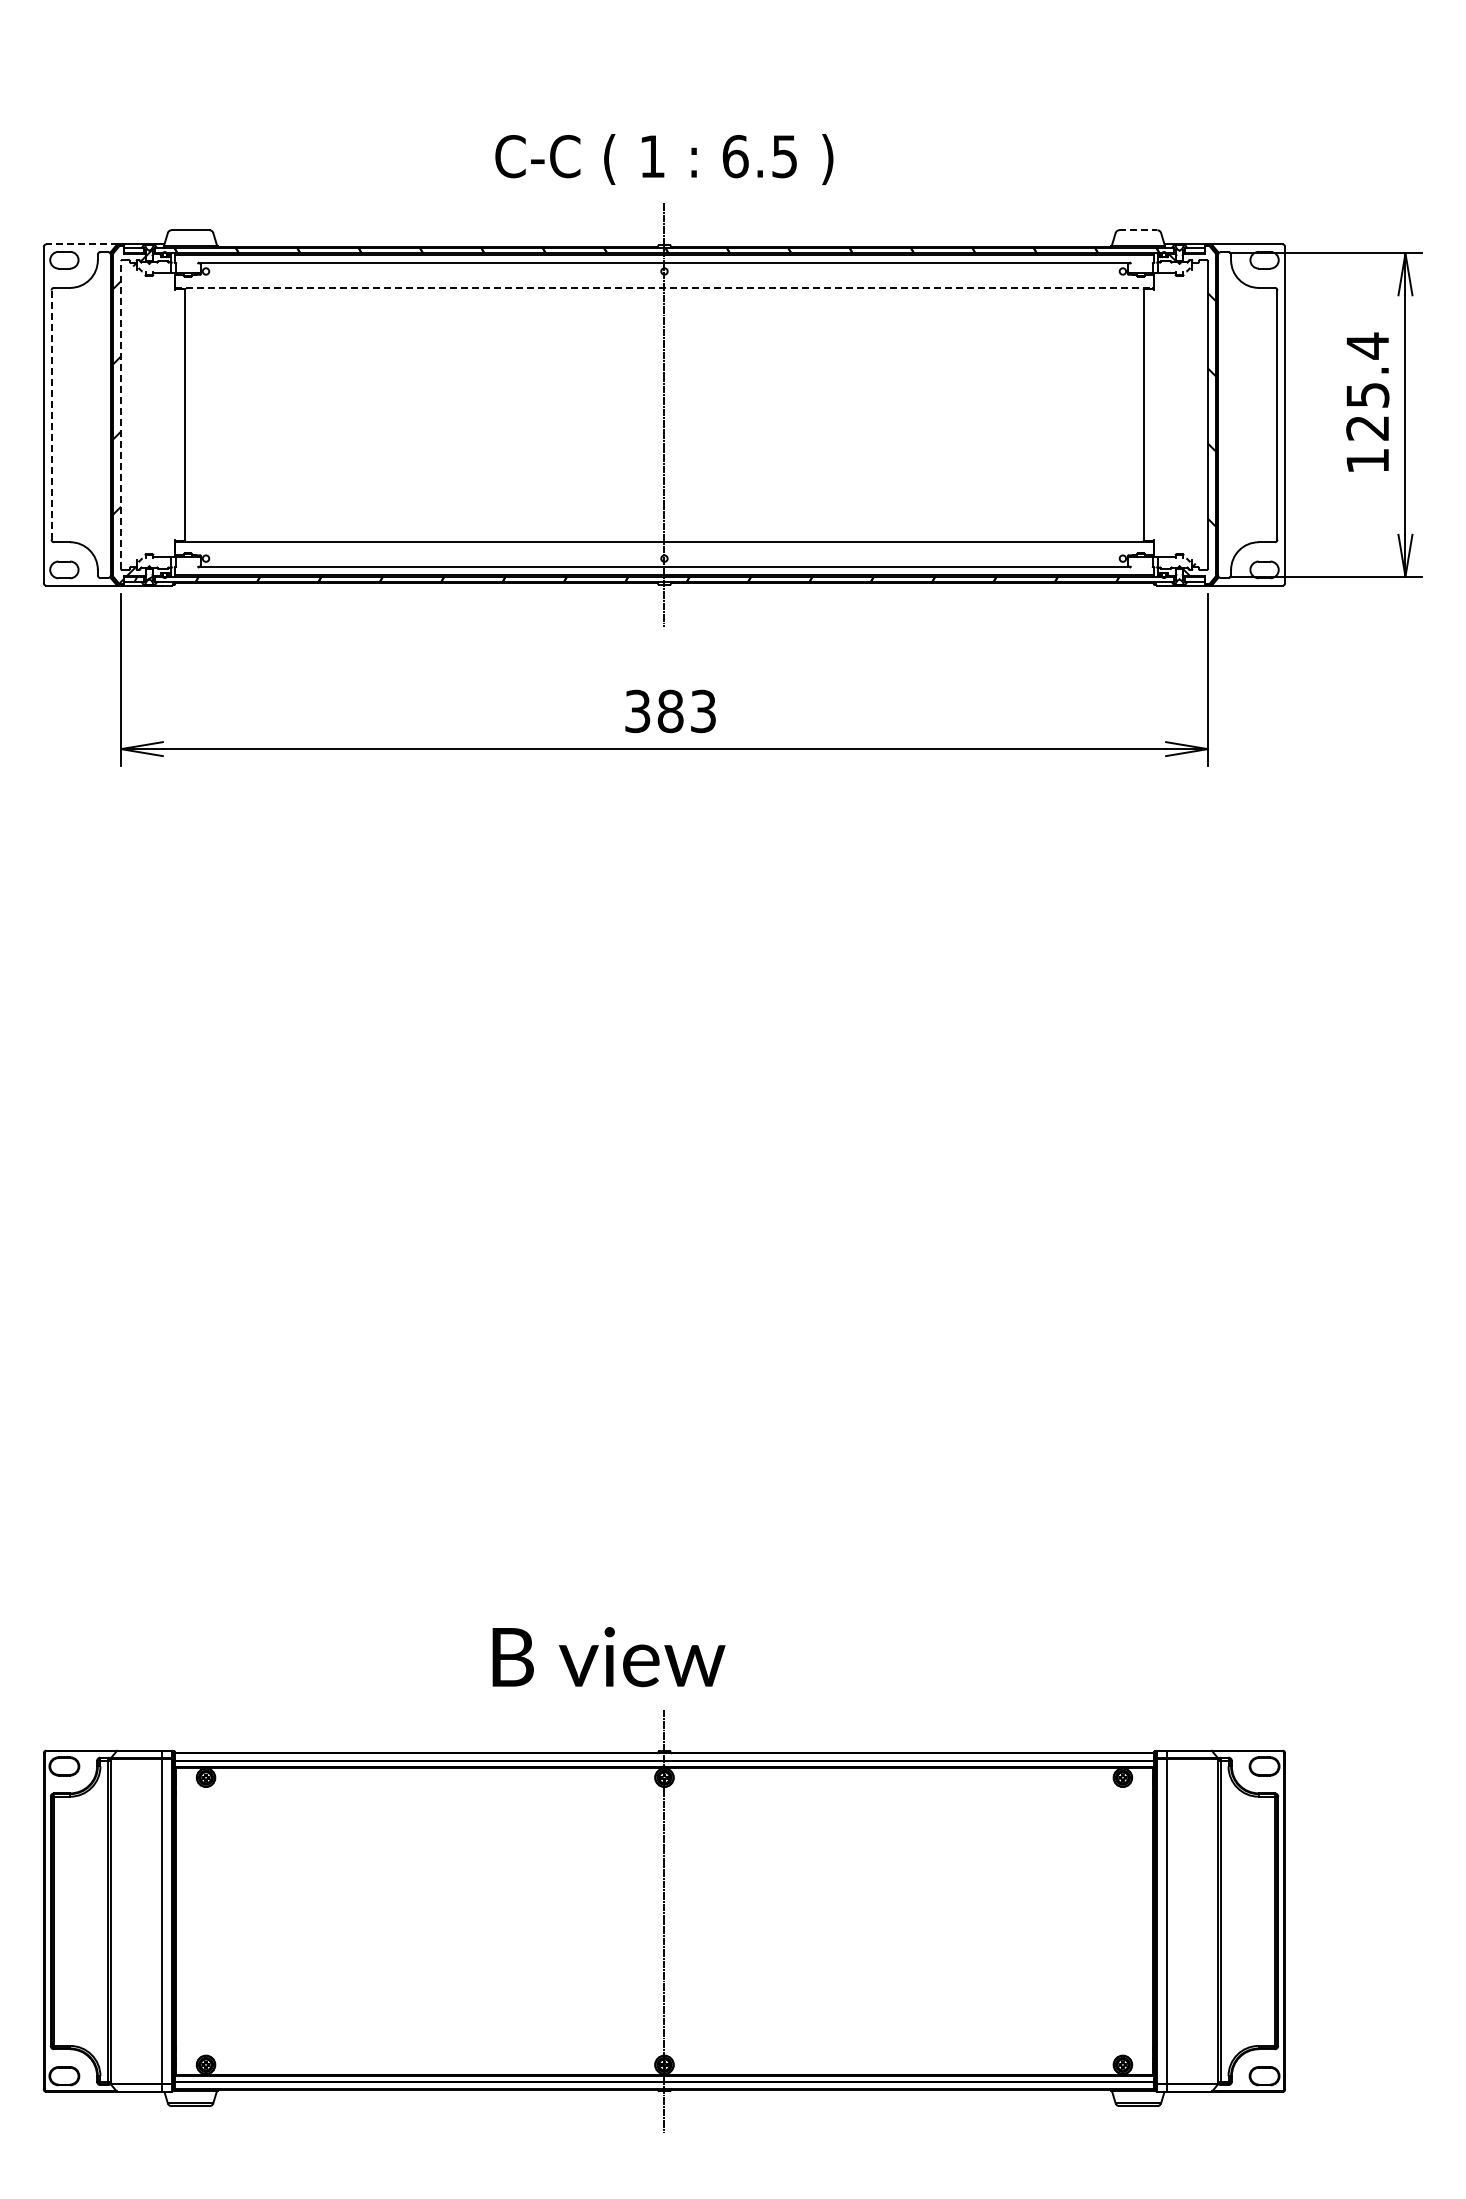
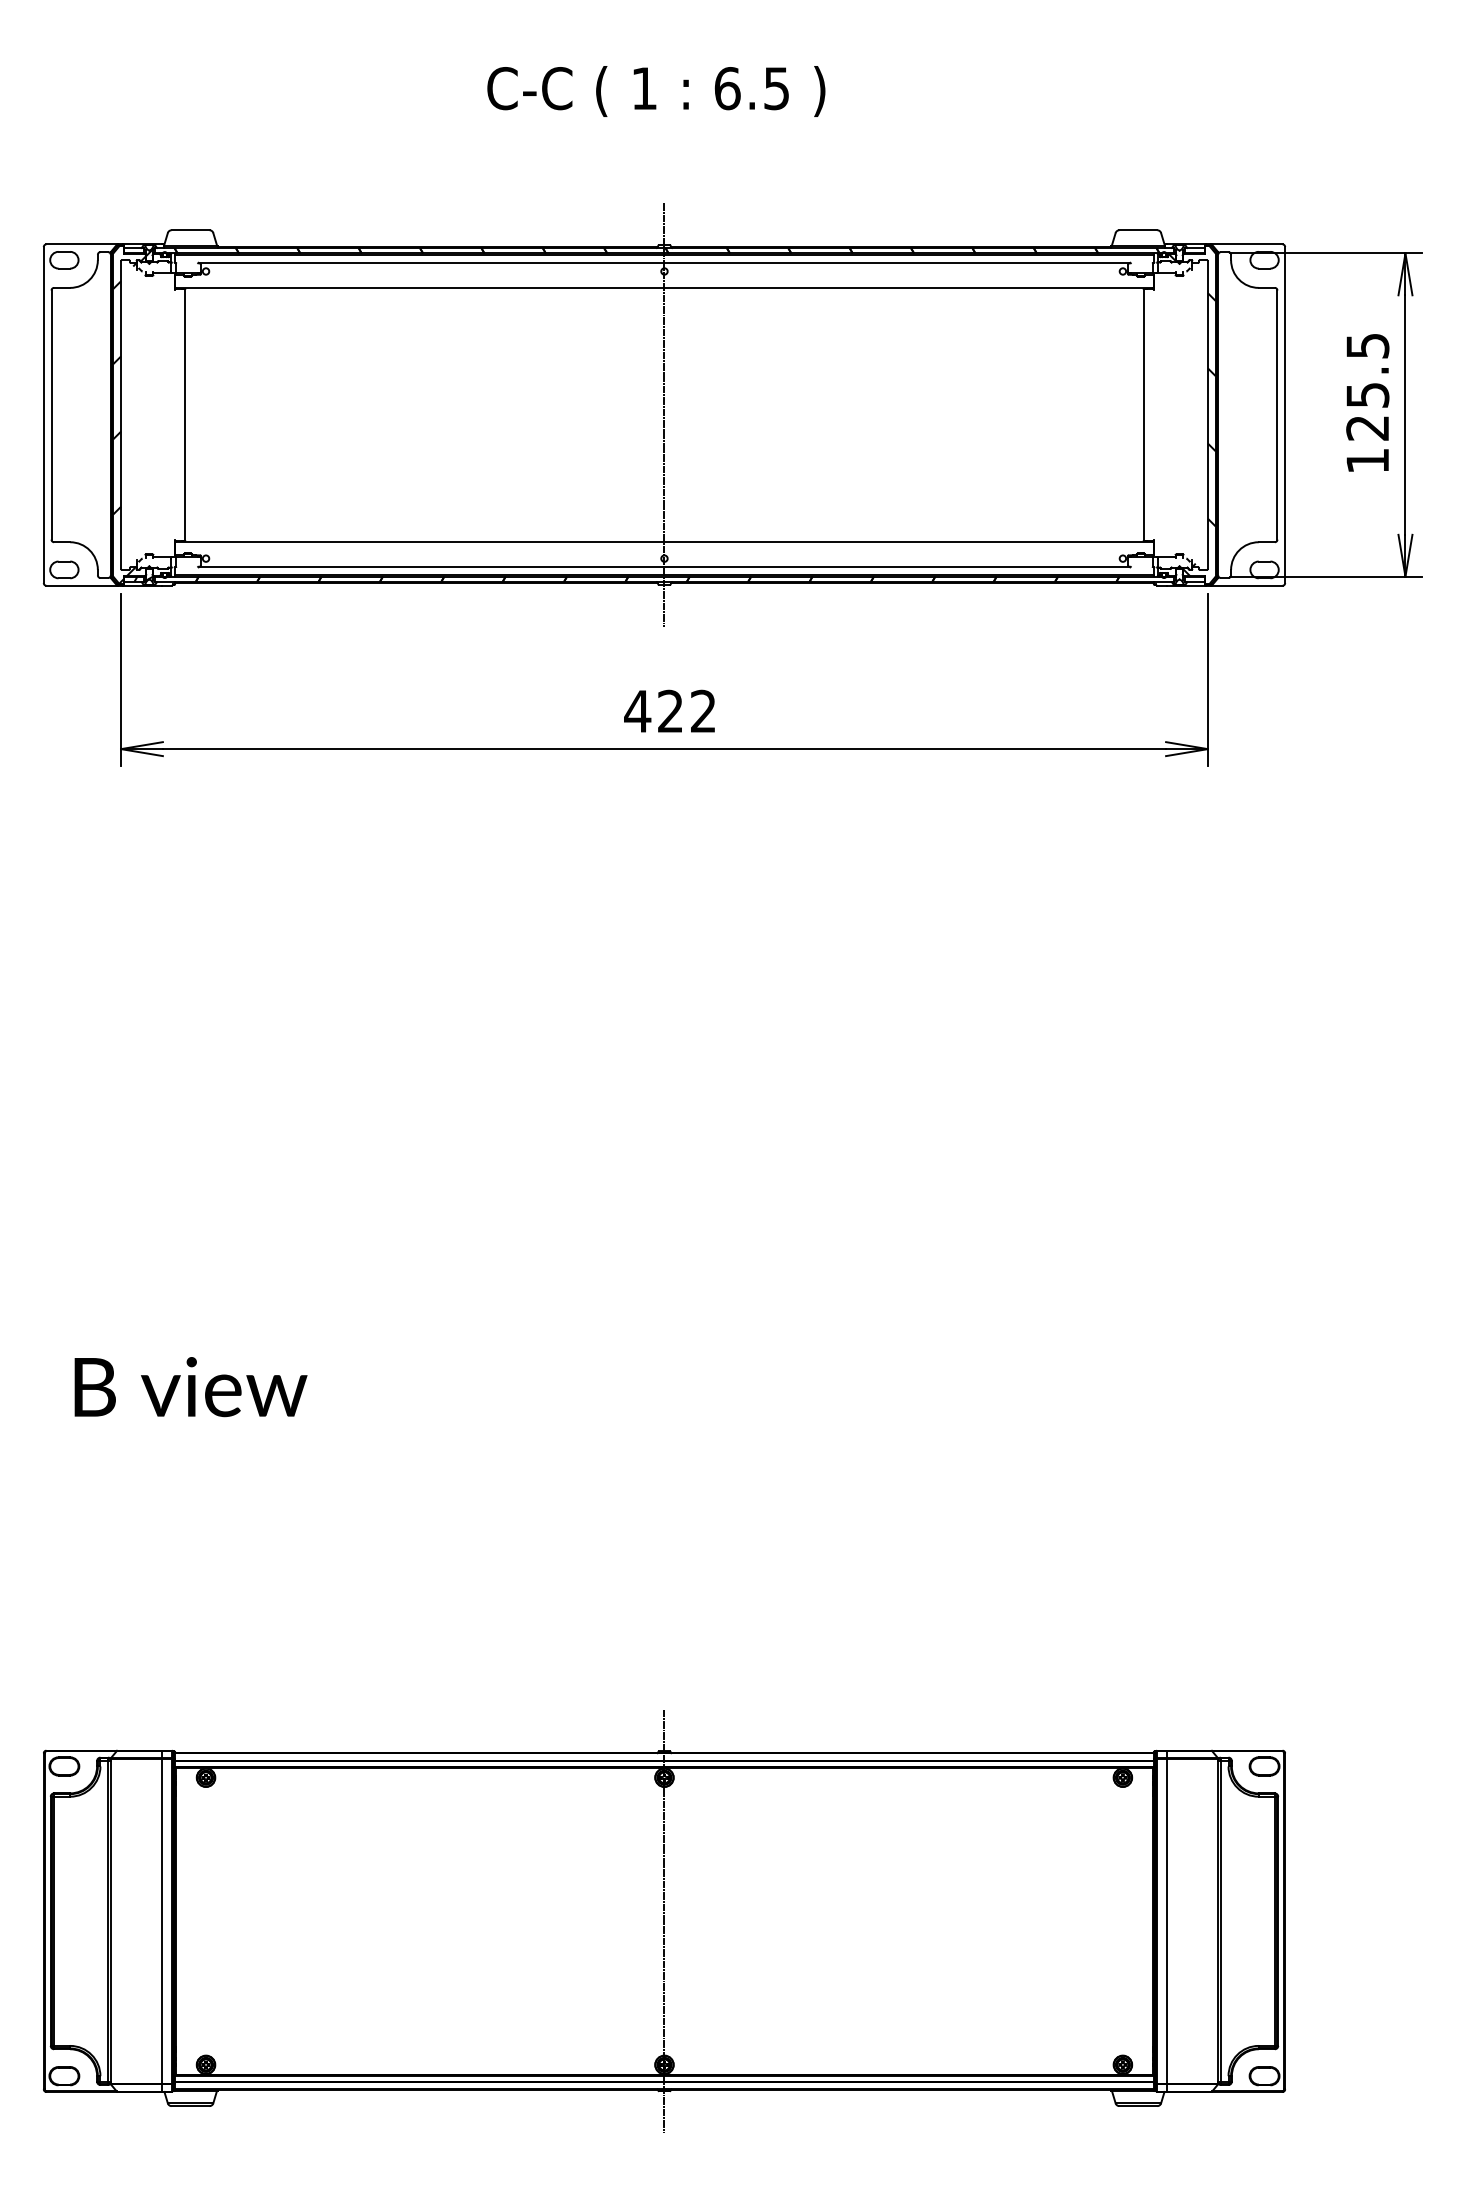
text at (664, 159) position: (664, 159) -> (656, 91)
line at (1138, 230): dashed -> solid
line at (81, 244): dashed -> solid
line at (664, 288): dashed -> solid
text at (1367, 345): 125.4 -> 125.5
line at (51, 415): dashed -> solid
line at (121, 415): dashed -> solid
text at (669, 711): 383 -> 422
text at (608, 1657) position: (608, 1657) -> (190, 1387)
